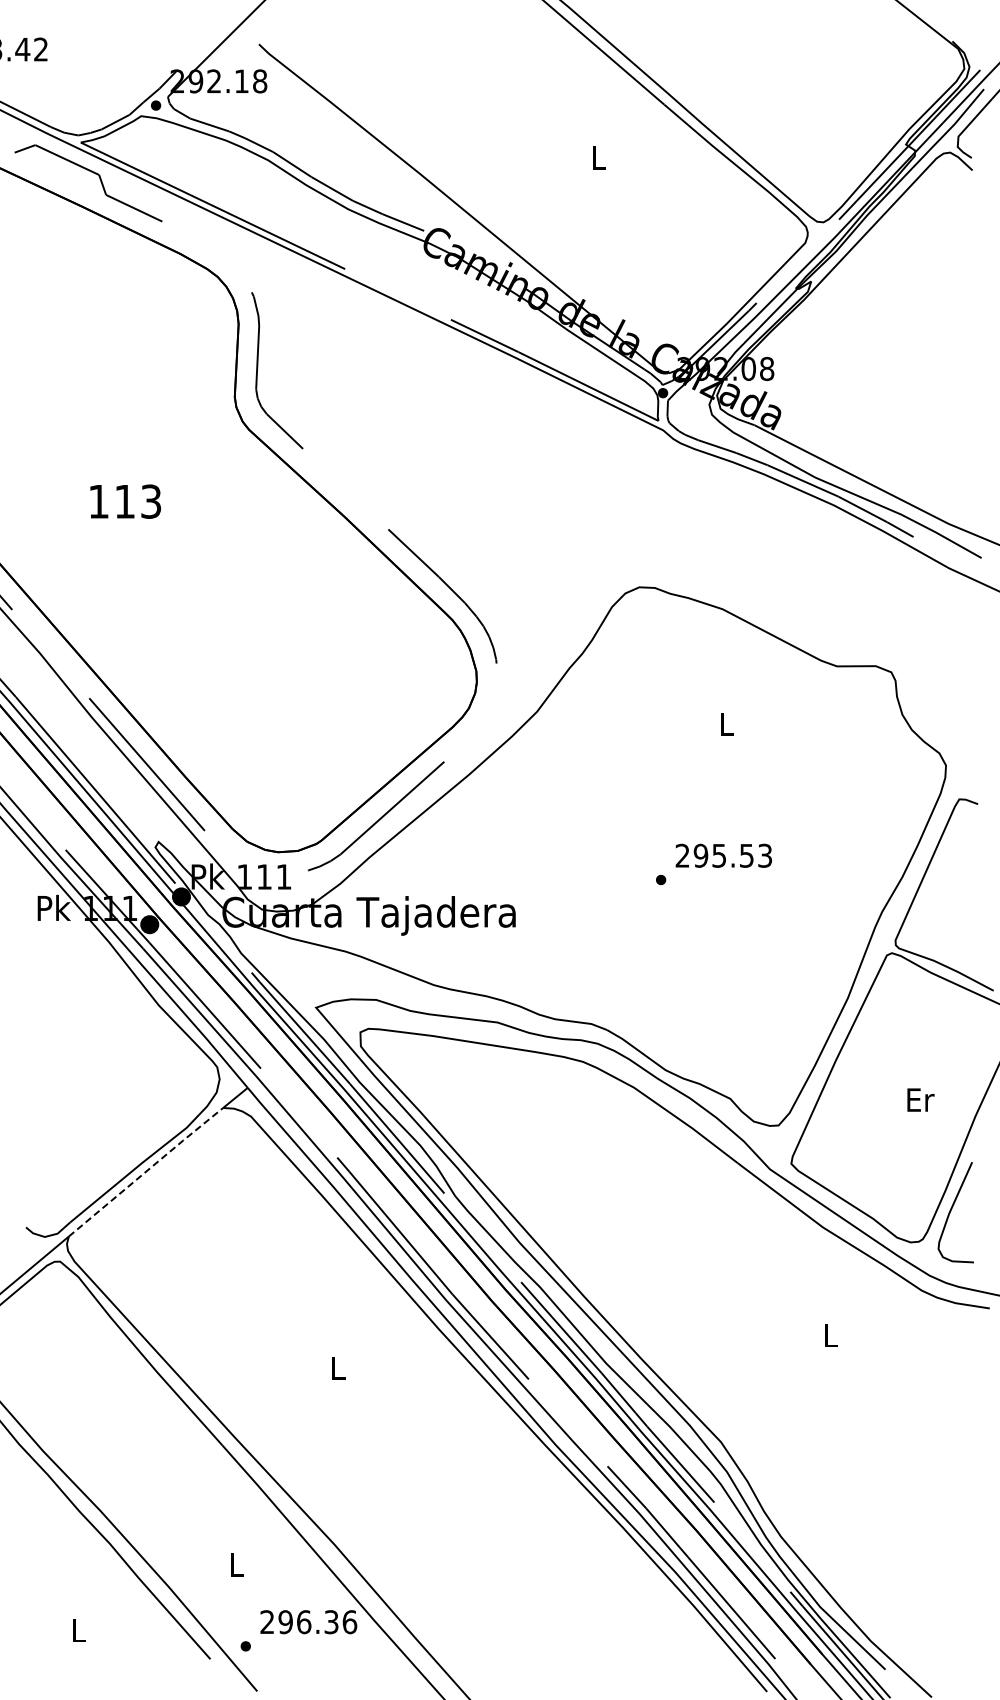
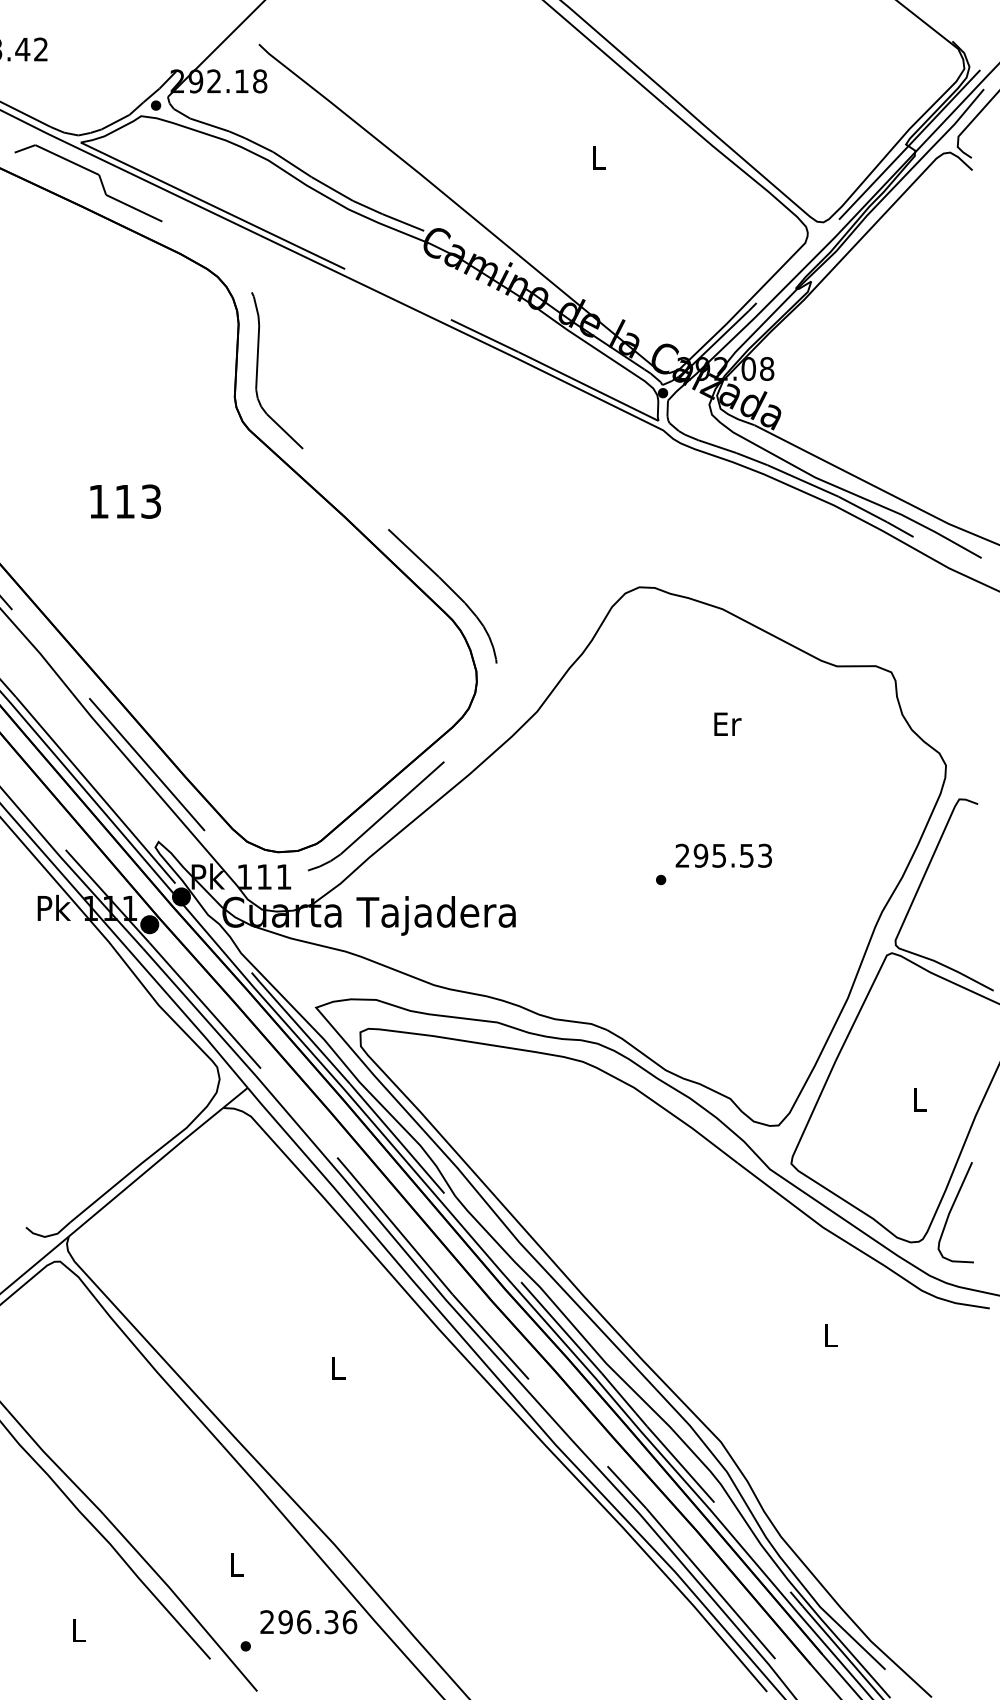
text at (727, 723): L -> Er
text at (920, 1099): Er -> L
line at (146, 1171): dashed -> solid
